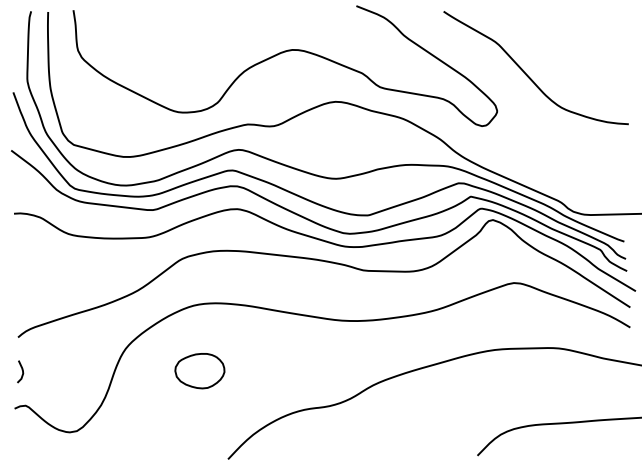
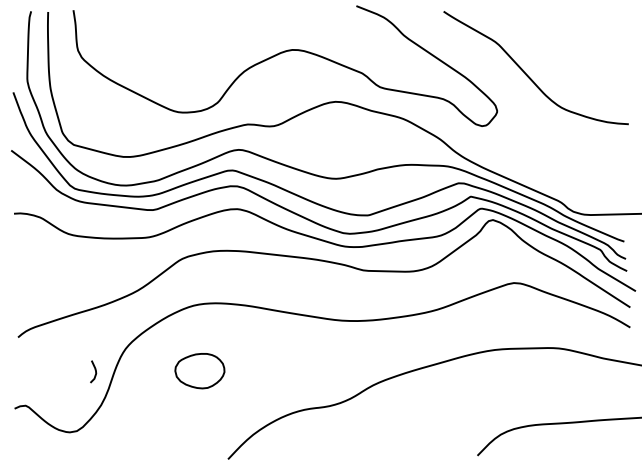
curve at (21, 370) position: (21, 370) -> (94, 370)
